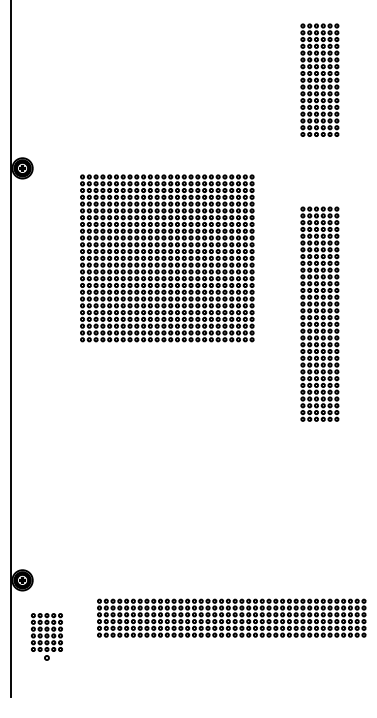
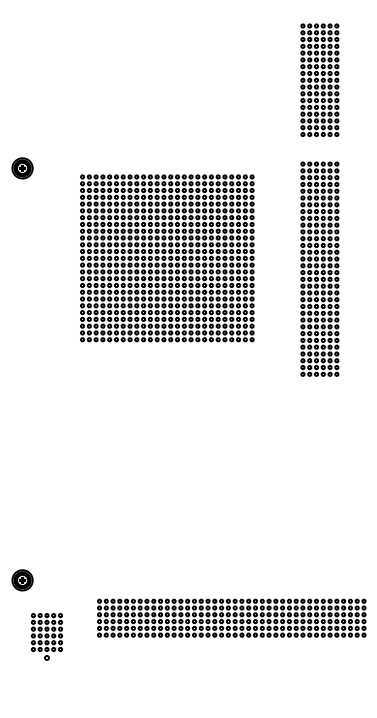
part at (319, 313) position: (319, 313) -> (319, 268)
line at (11, 349): present -> none
